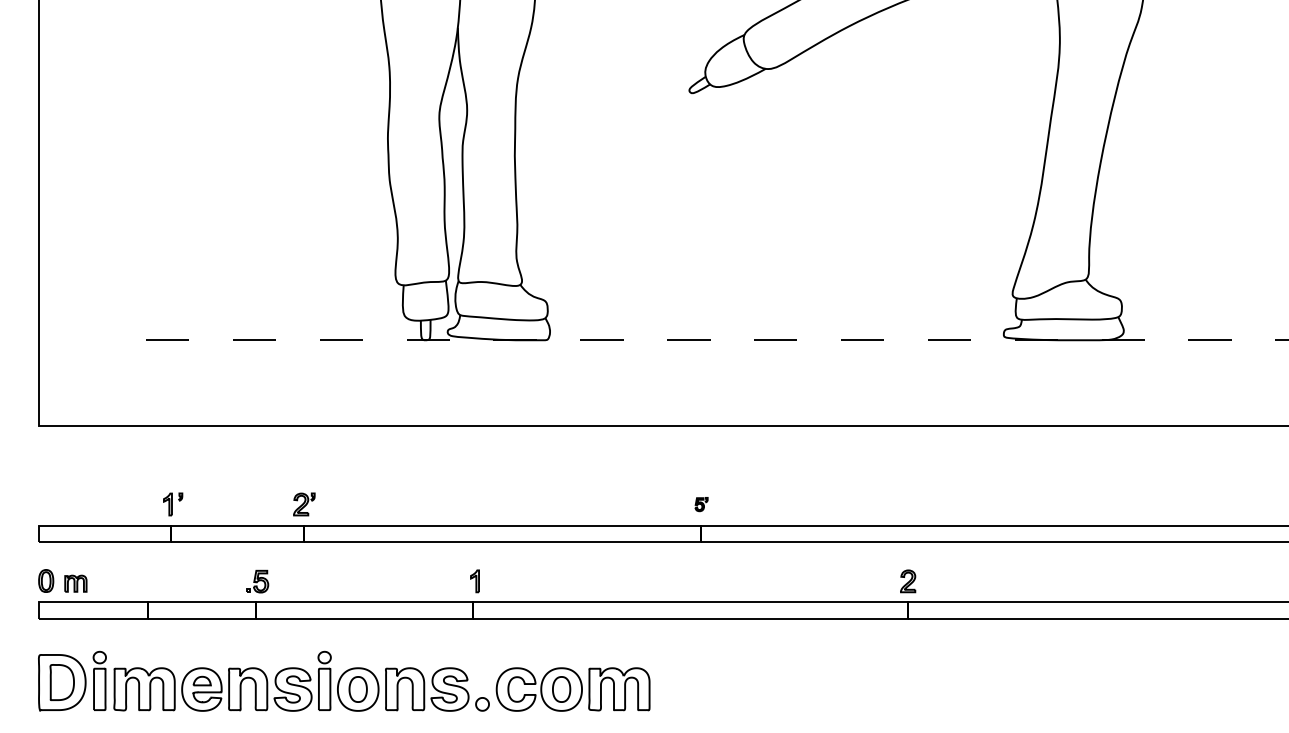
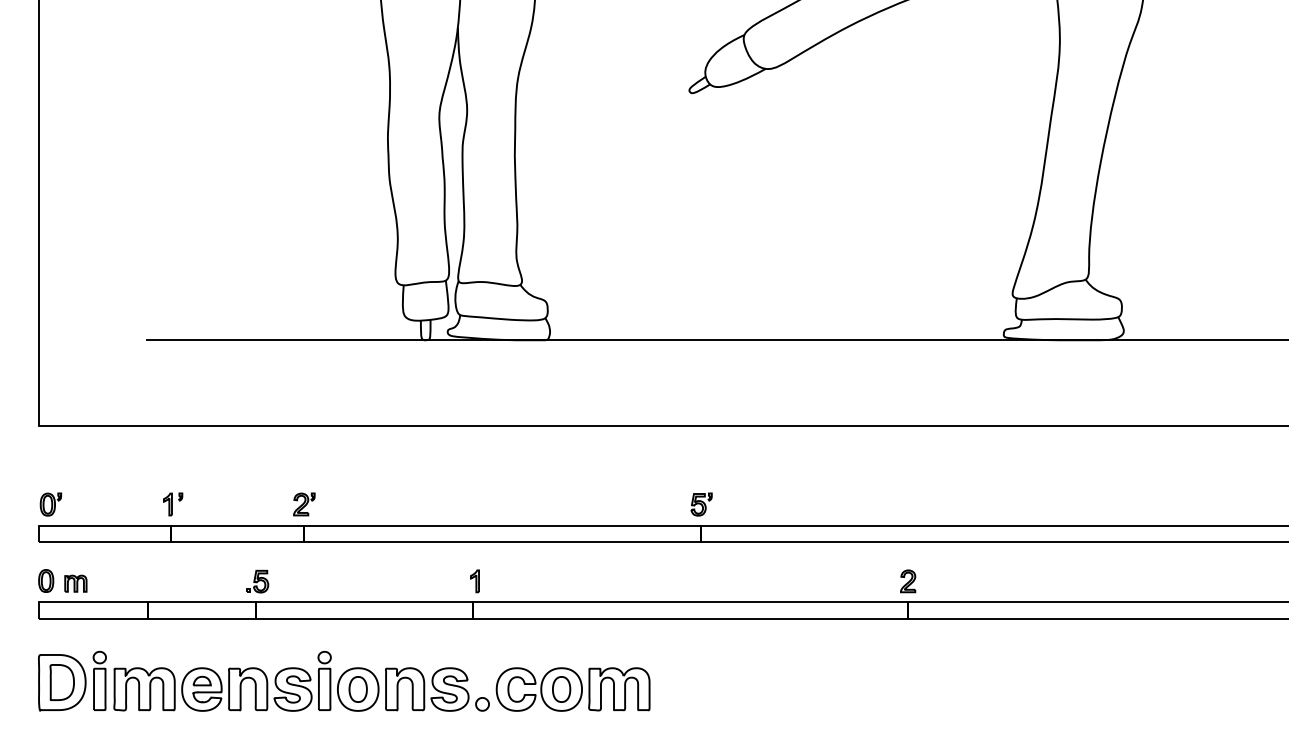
line at (717, 340): dashed -> solid
part at (50, 504): none -> present
part at (701, 504) size: 15x16 px -> 23x25 px
